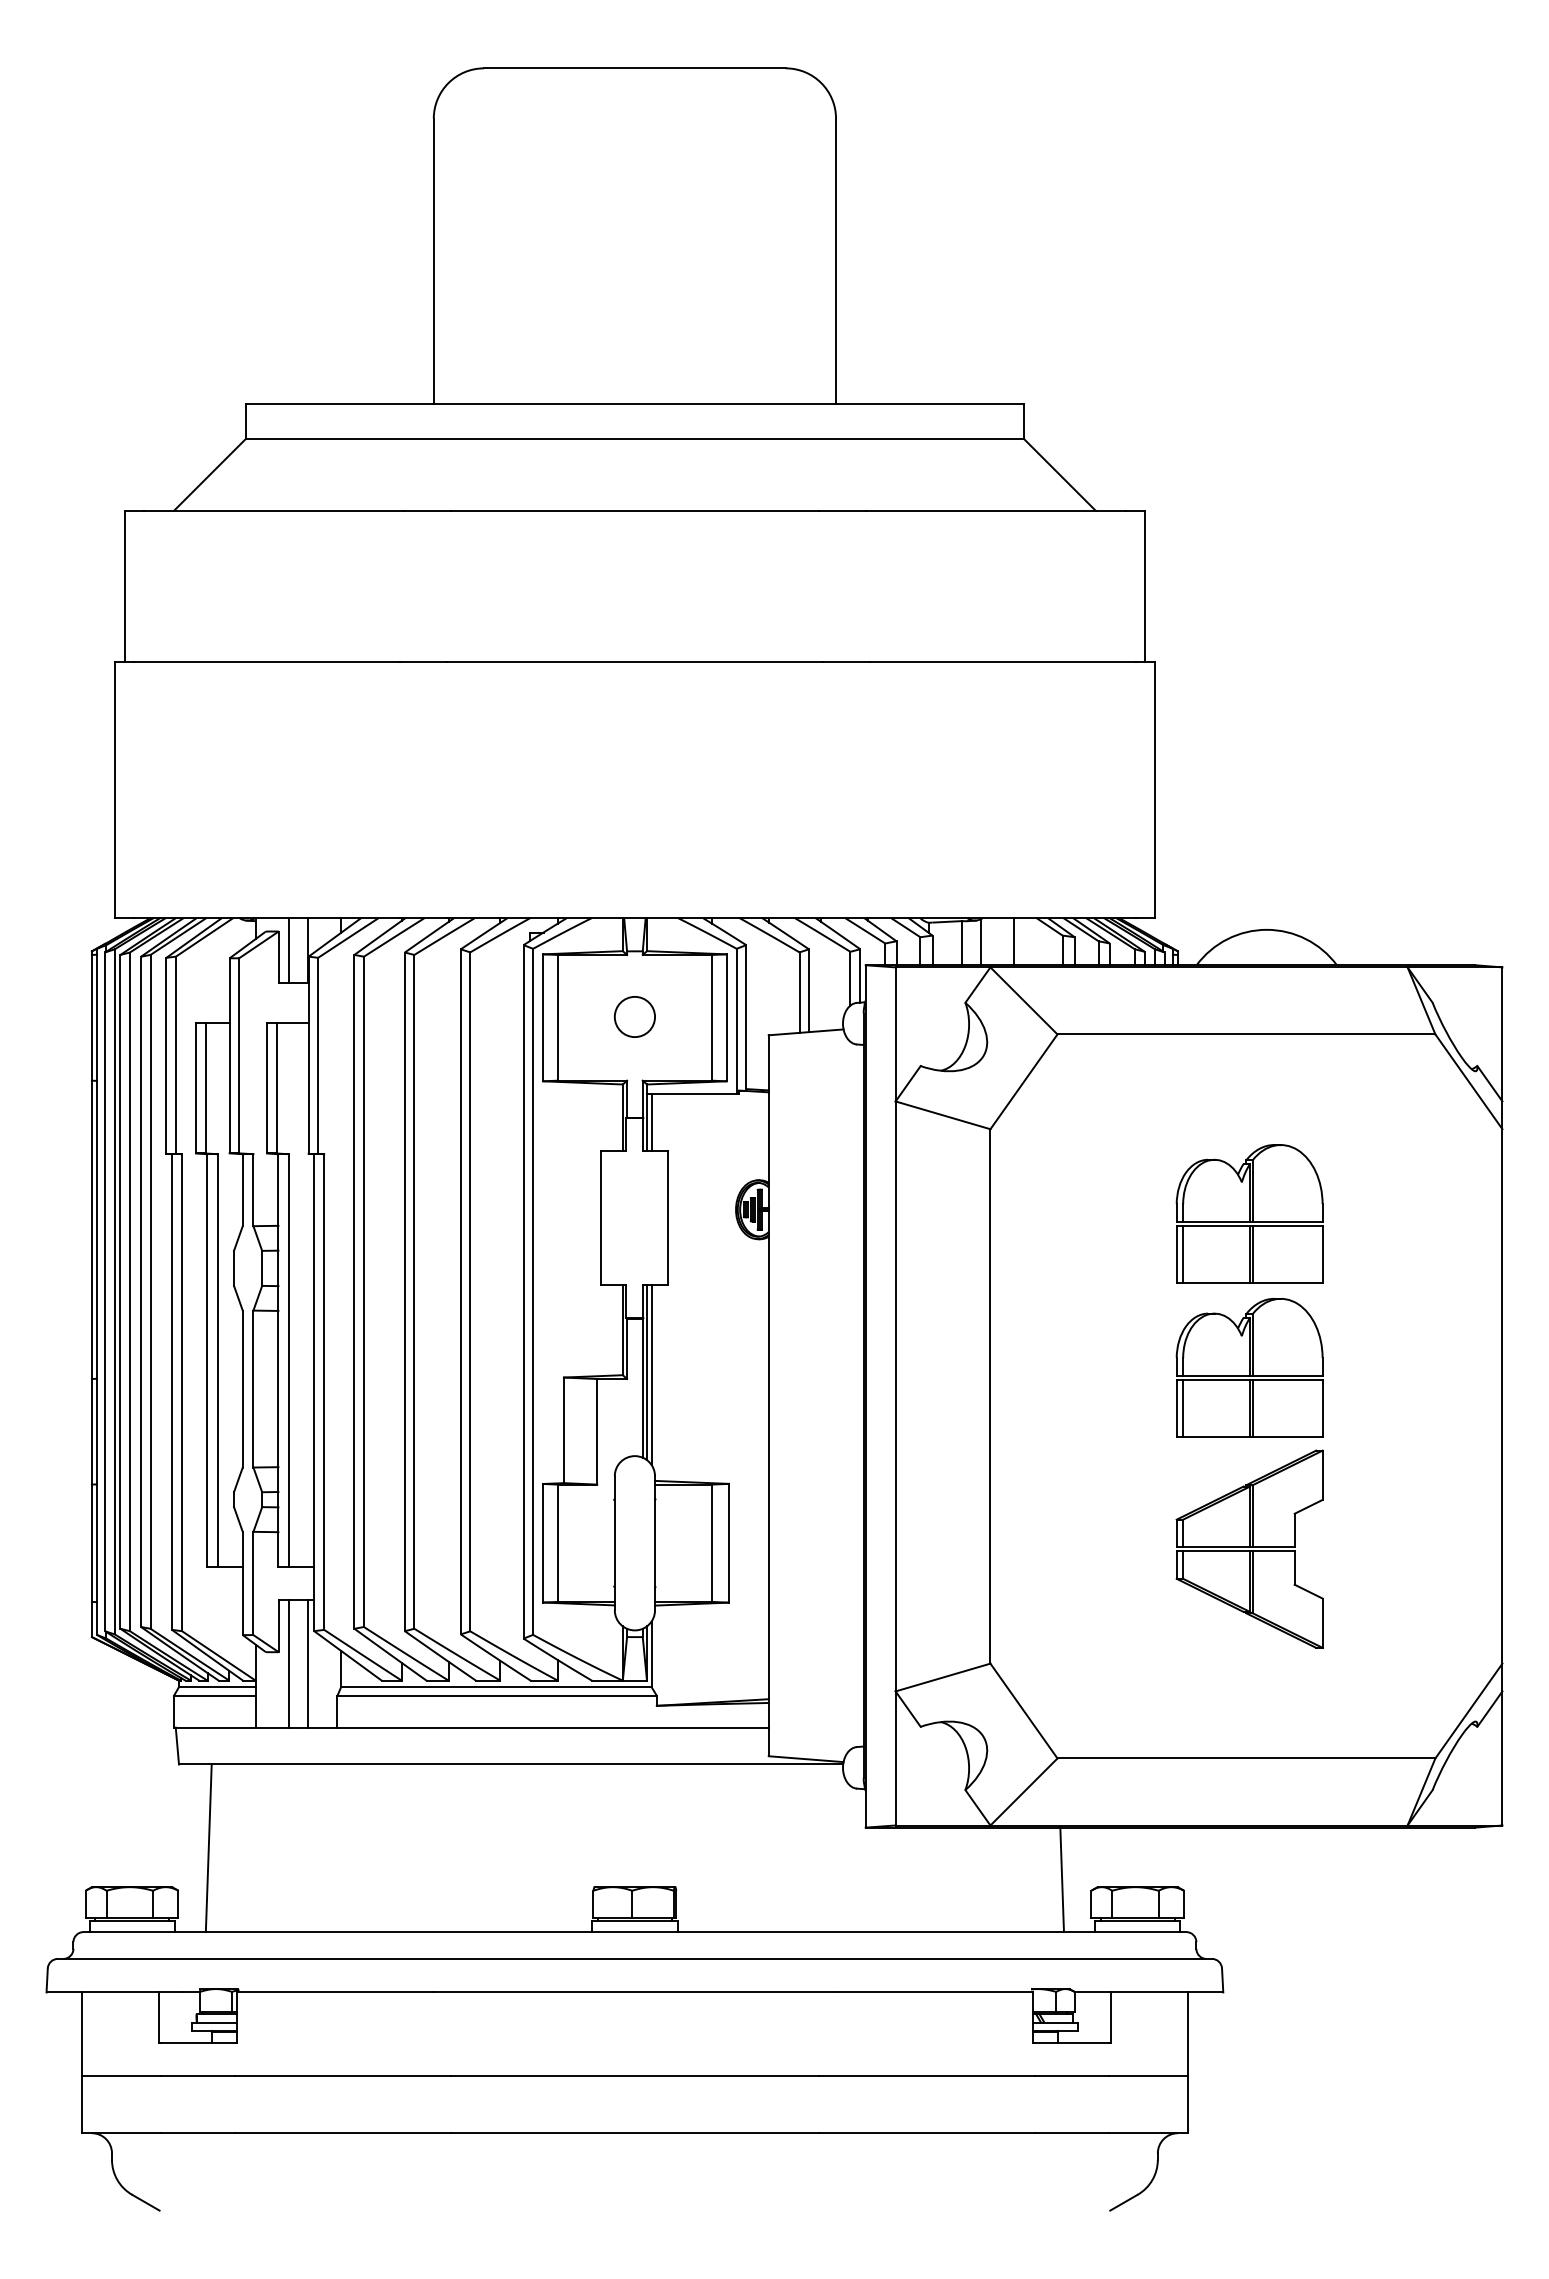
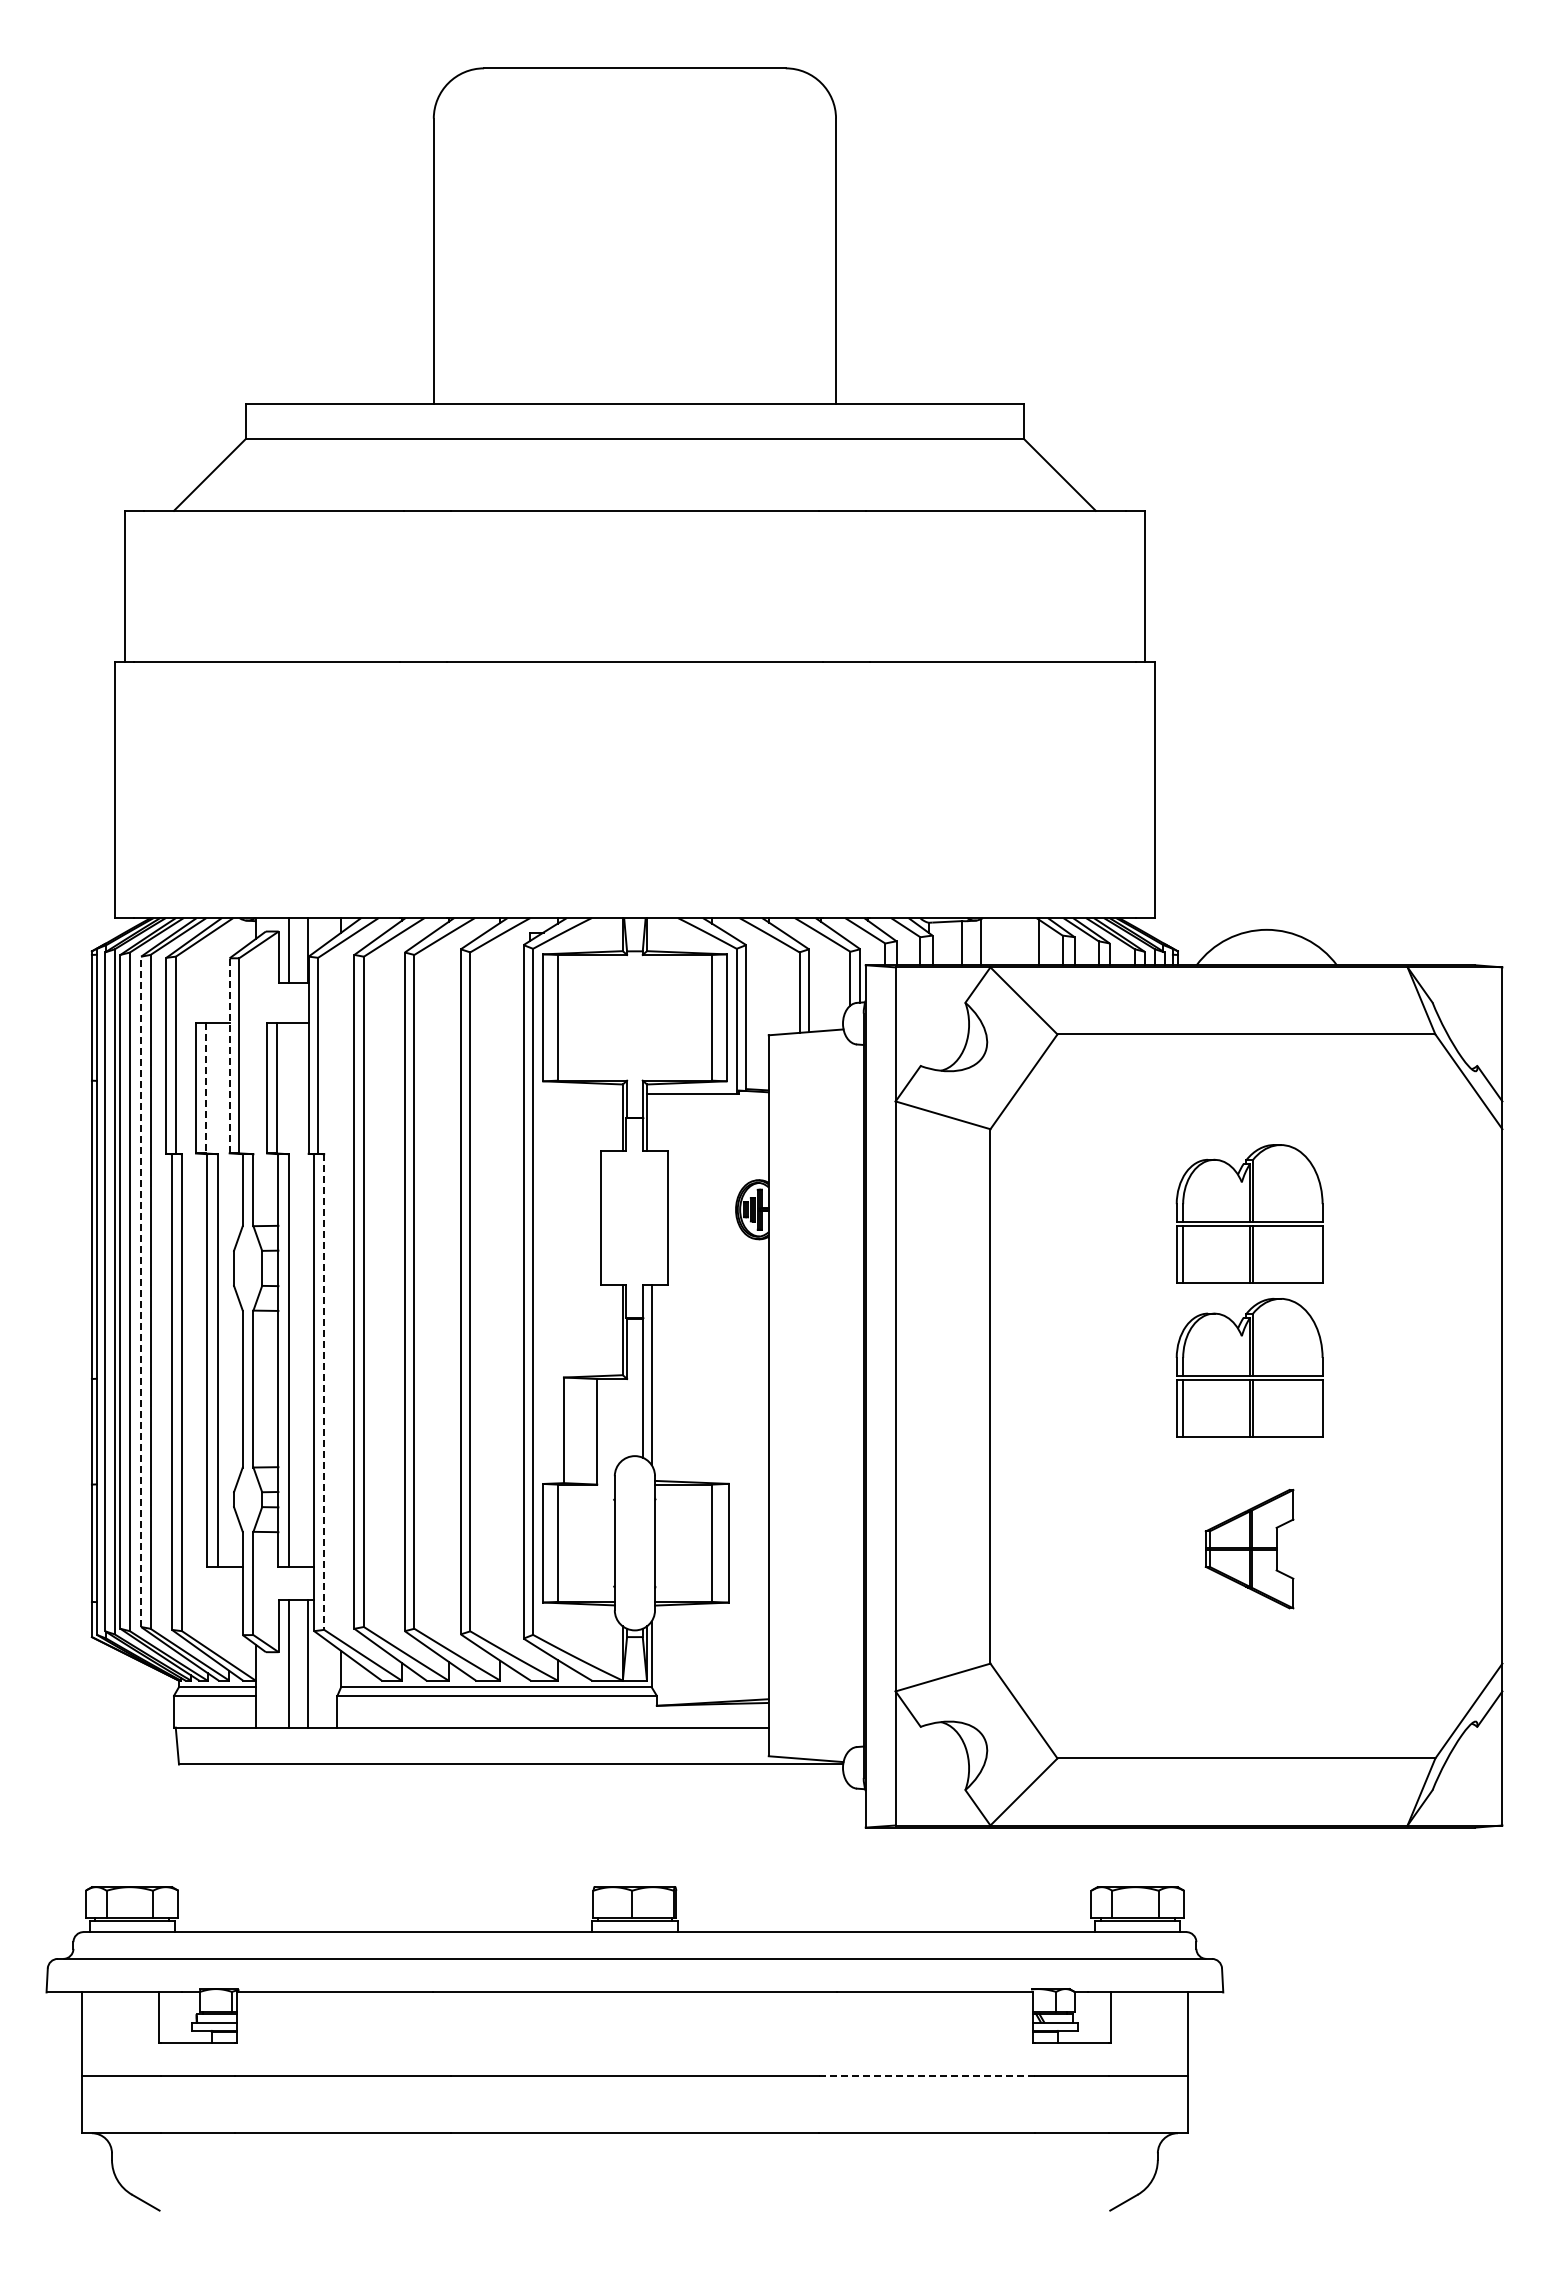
line at (1014, 941) position: (1014, 941) -> (1039, 941)
circle at (634, 1016): present -> none
line at (229, 1055): solid -> dashed
line at (205, 1088): solid -> dashed
line at (651, 1122): present -> none
line at (141, 1291): solid -> dashed
line at (647, 1372): present -> none
line at (324, 1392): solid -> dashed
part at (1249, 1548) size: 149x200 px -> 91x121 px
line at (208, 1848): present -> none
line at (1061, 1879): present -> none
line at (926, 2076): solid -> dashed
